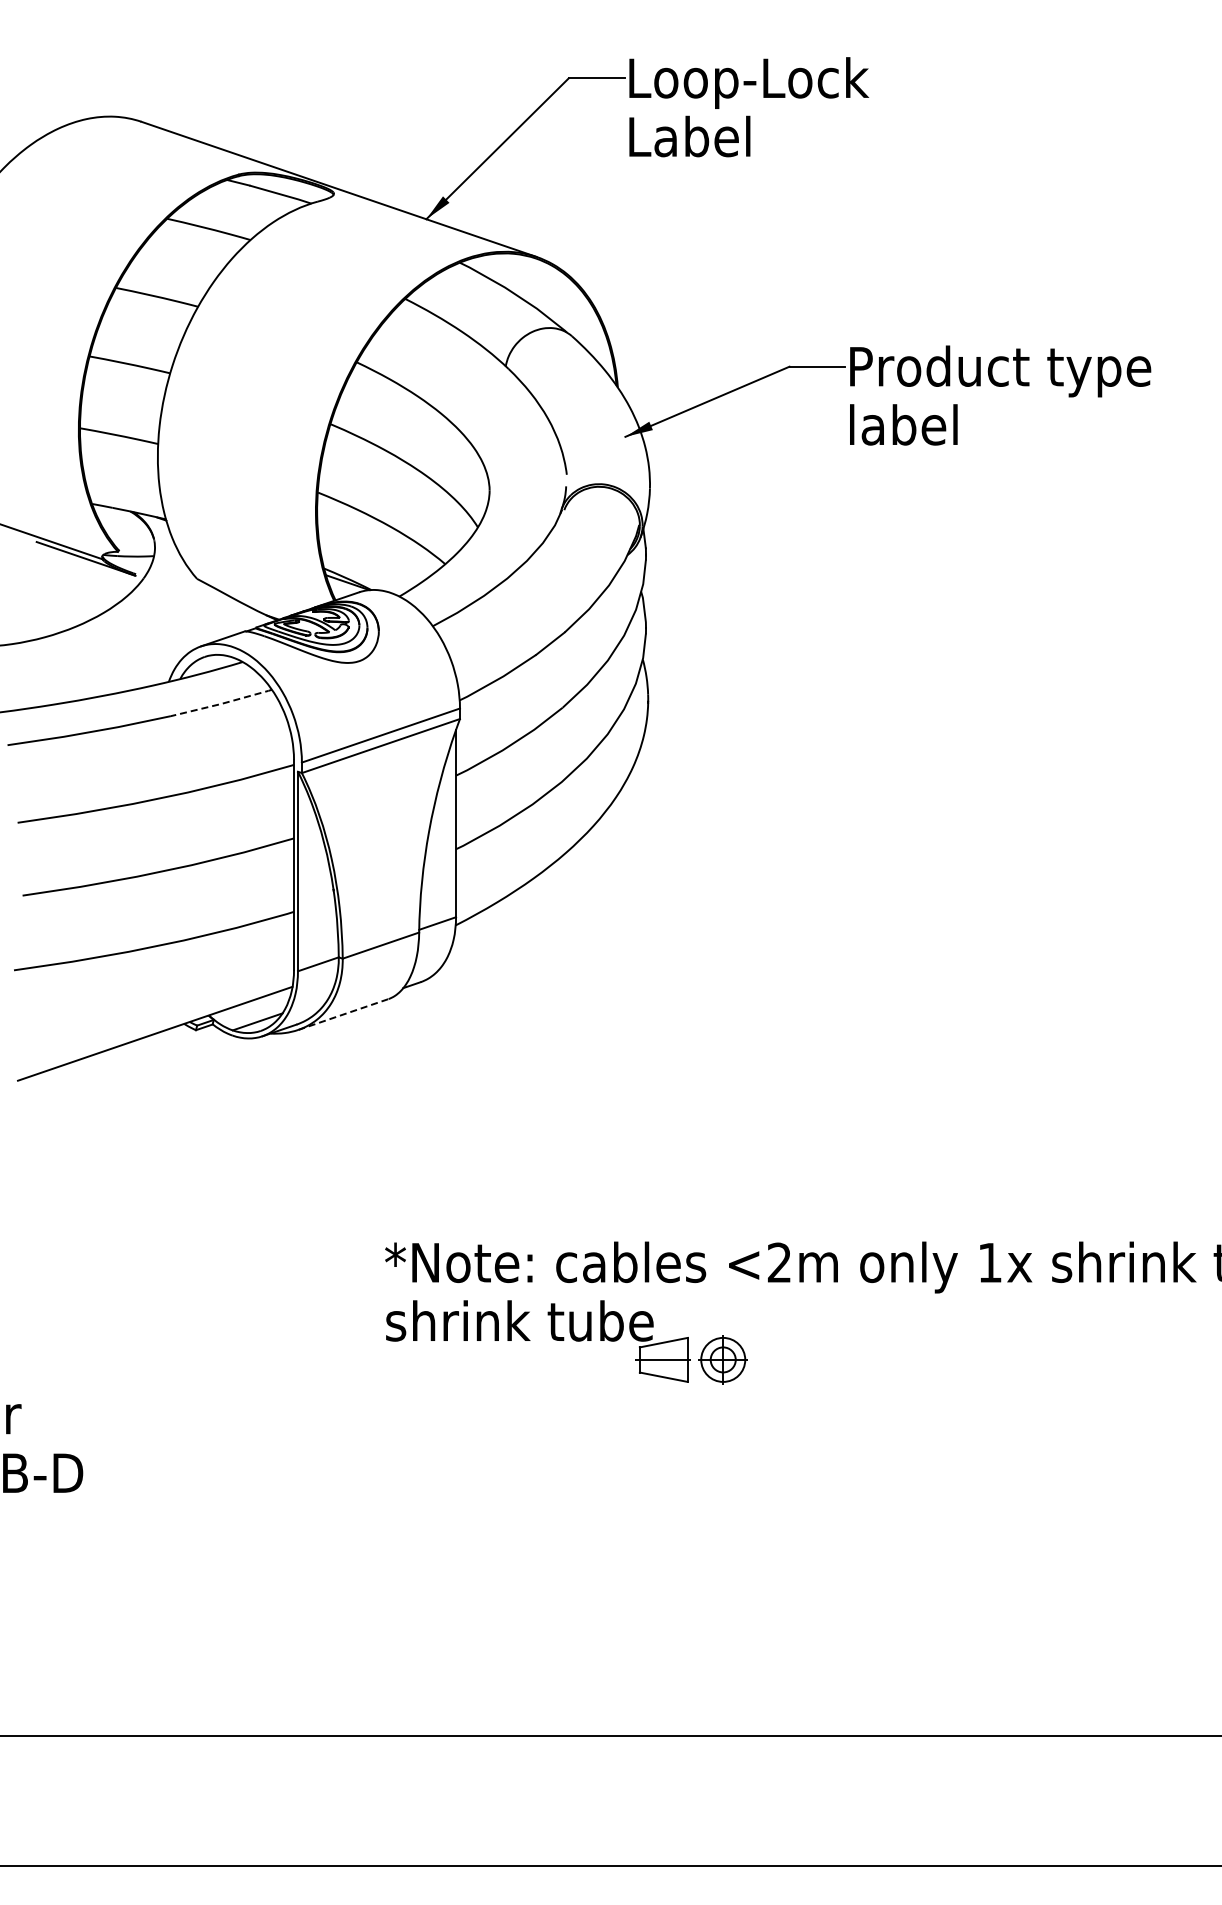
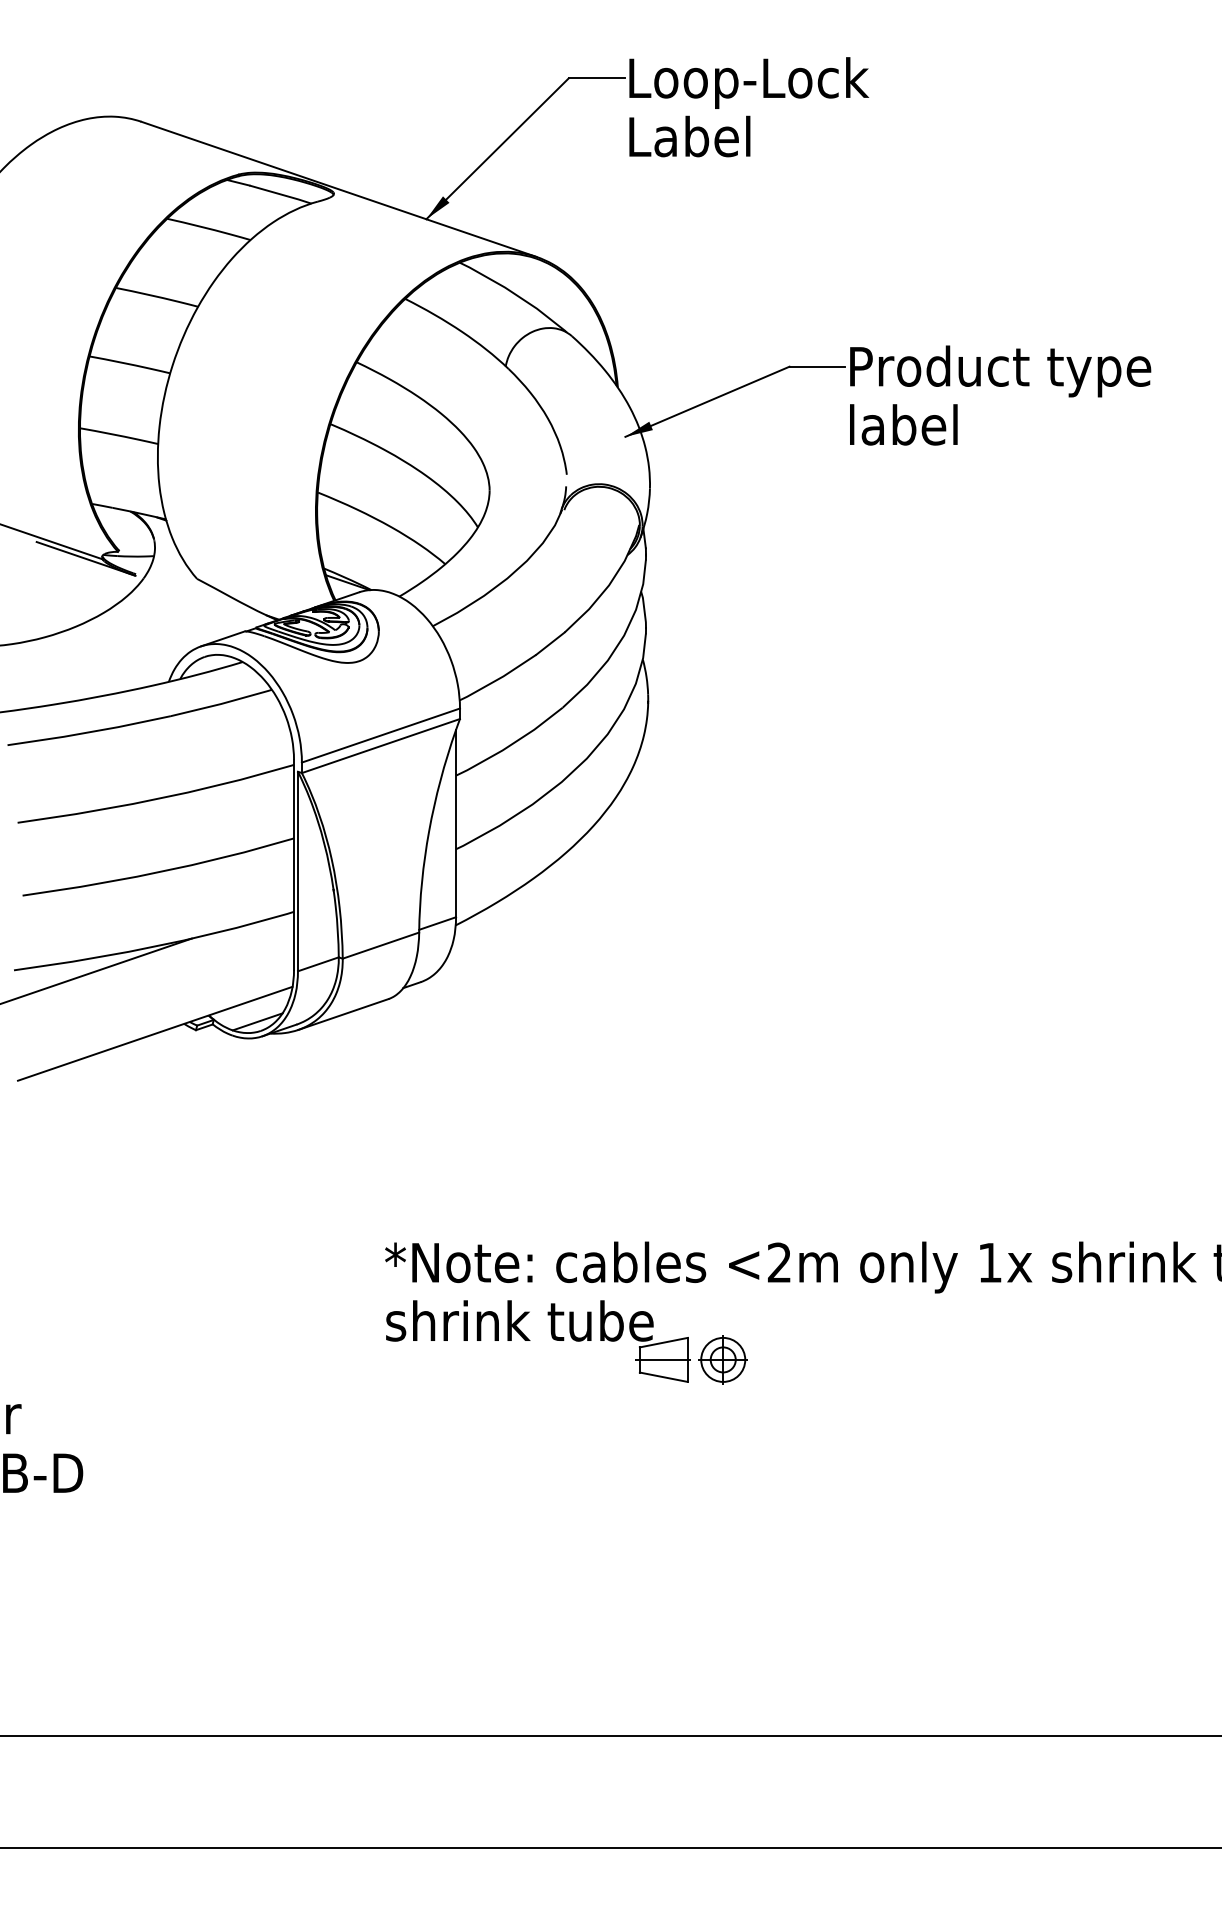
line at (221, 703): dashed -> solid
line at (96, 970): none -> present
line at (343, 1014): dashed -> solid
line at (610, 1865) position: (610, 1865) -> (610, 1847)
